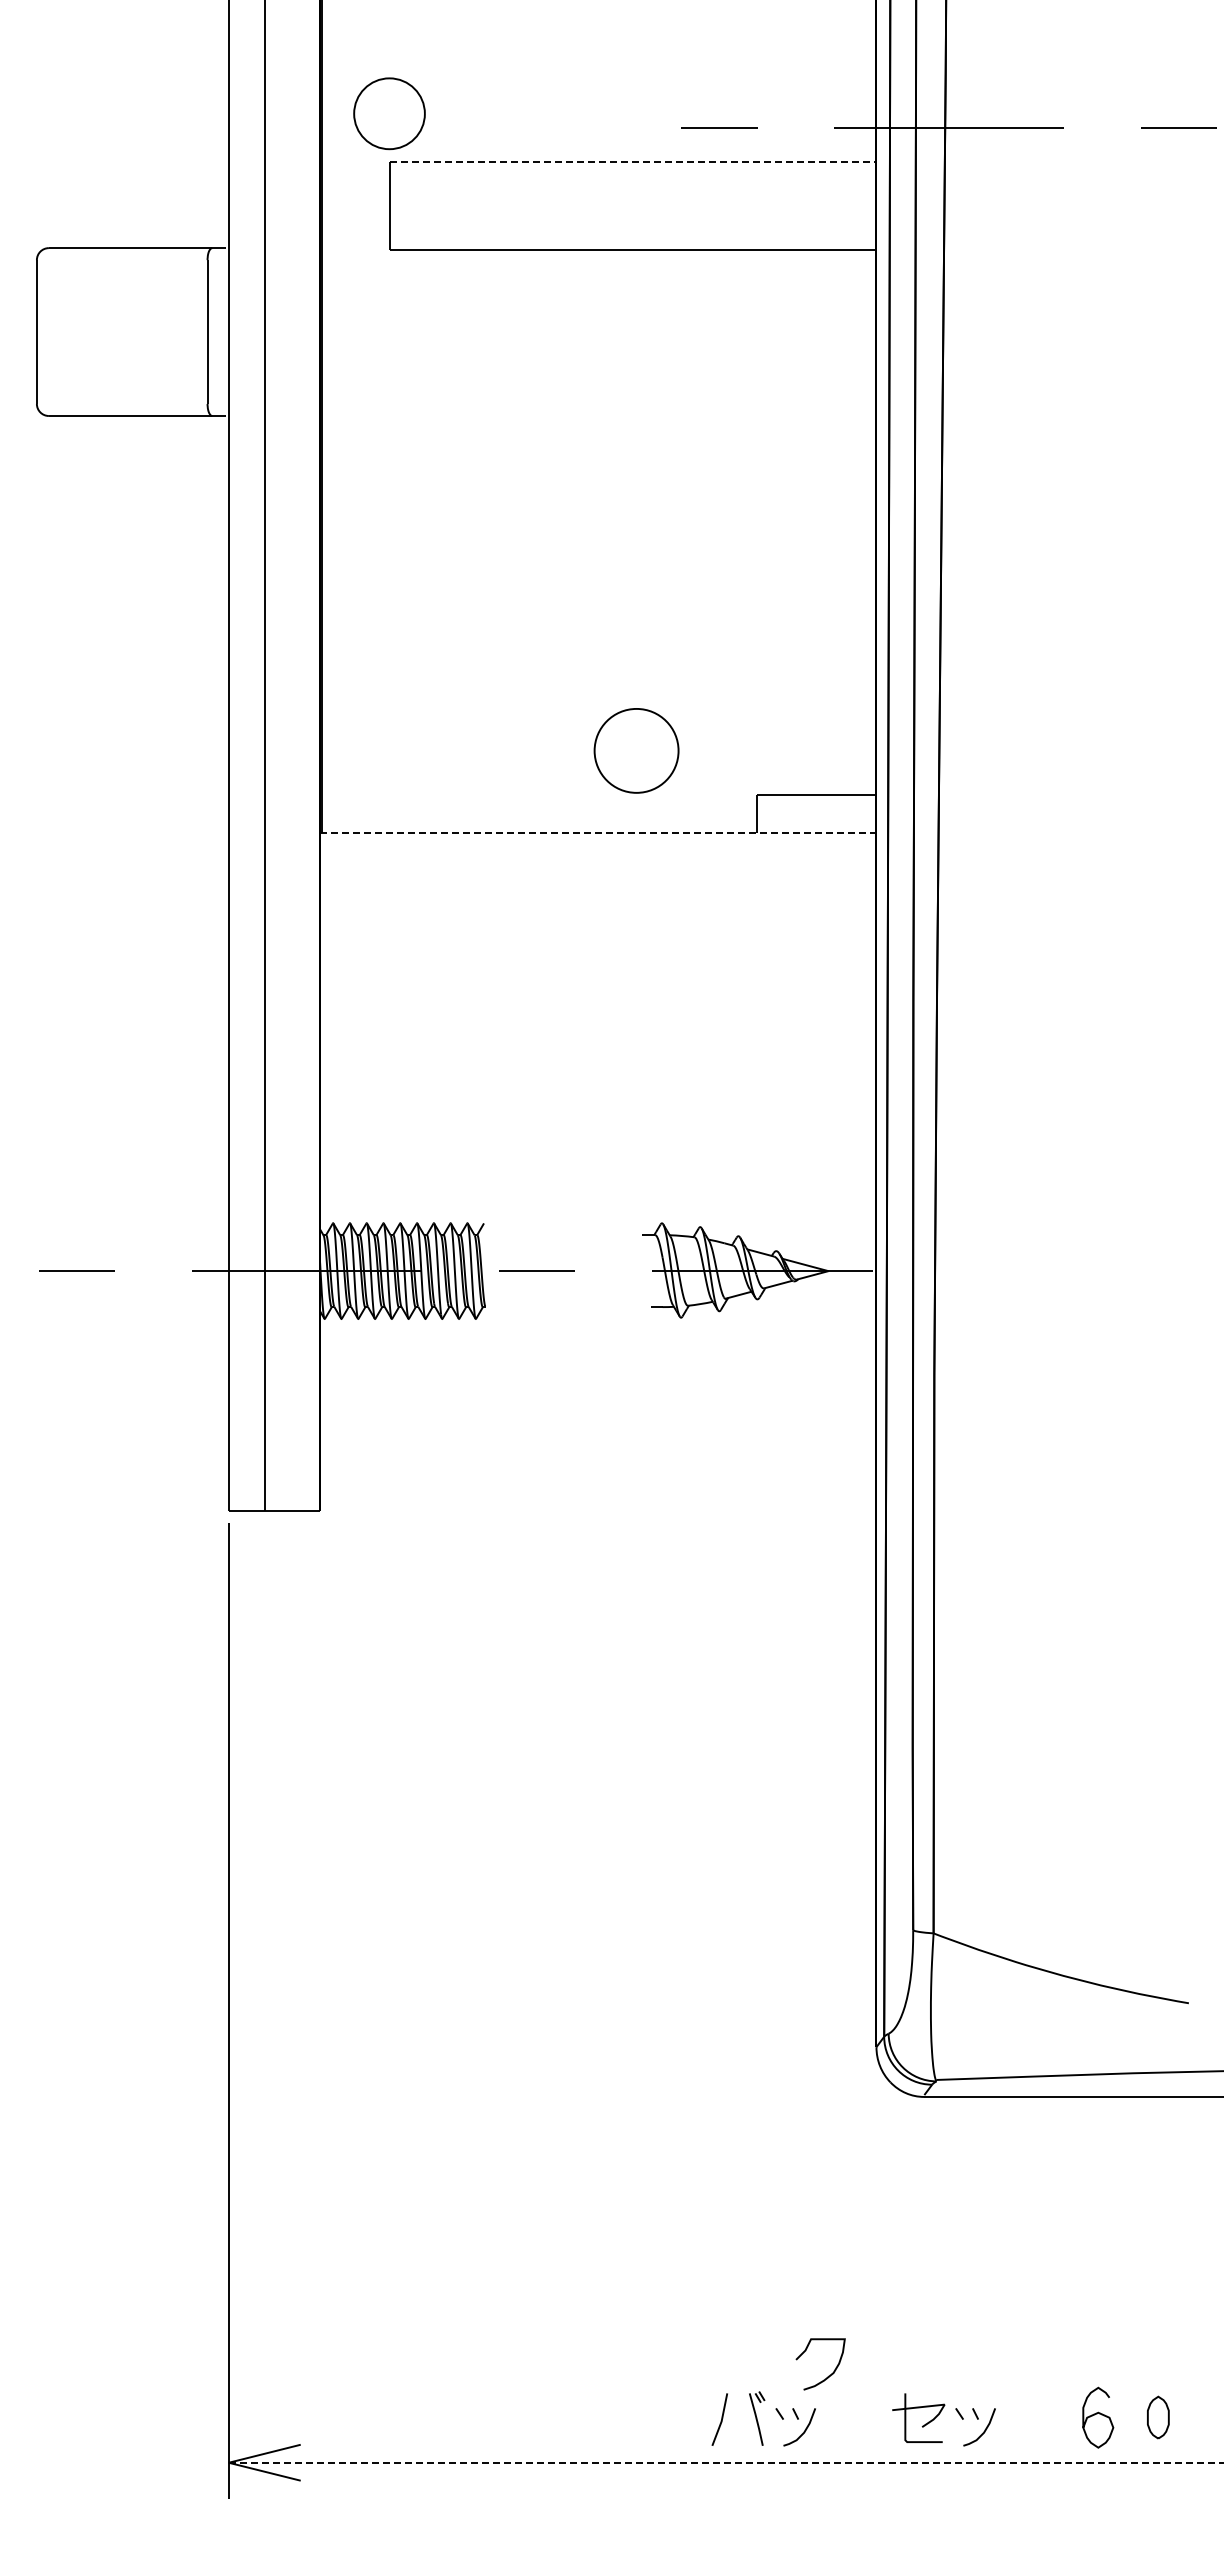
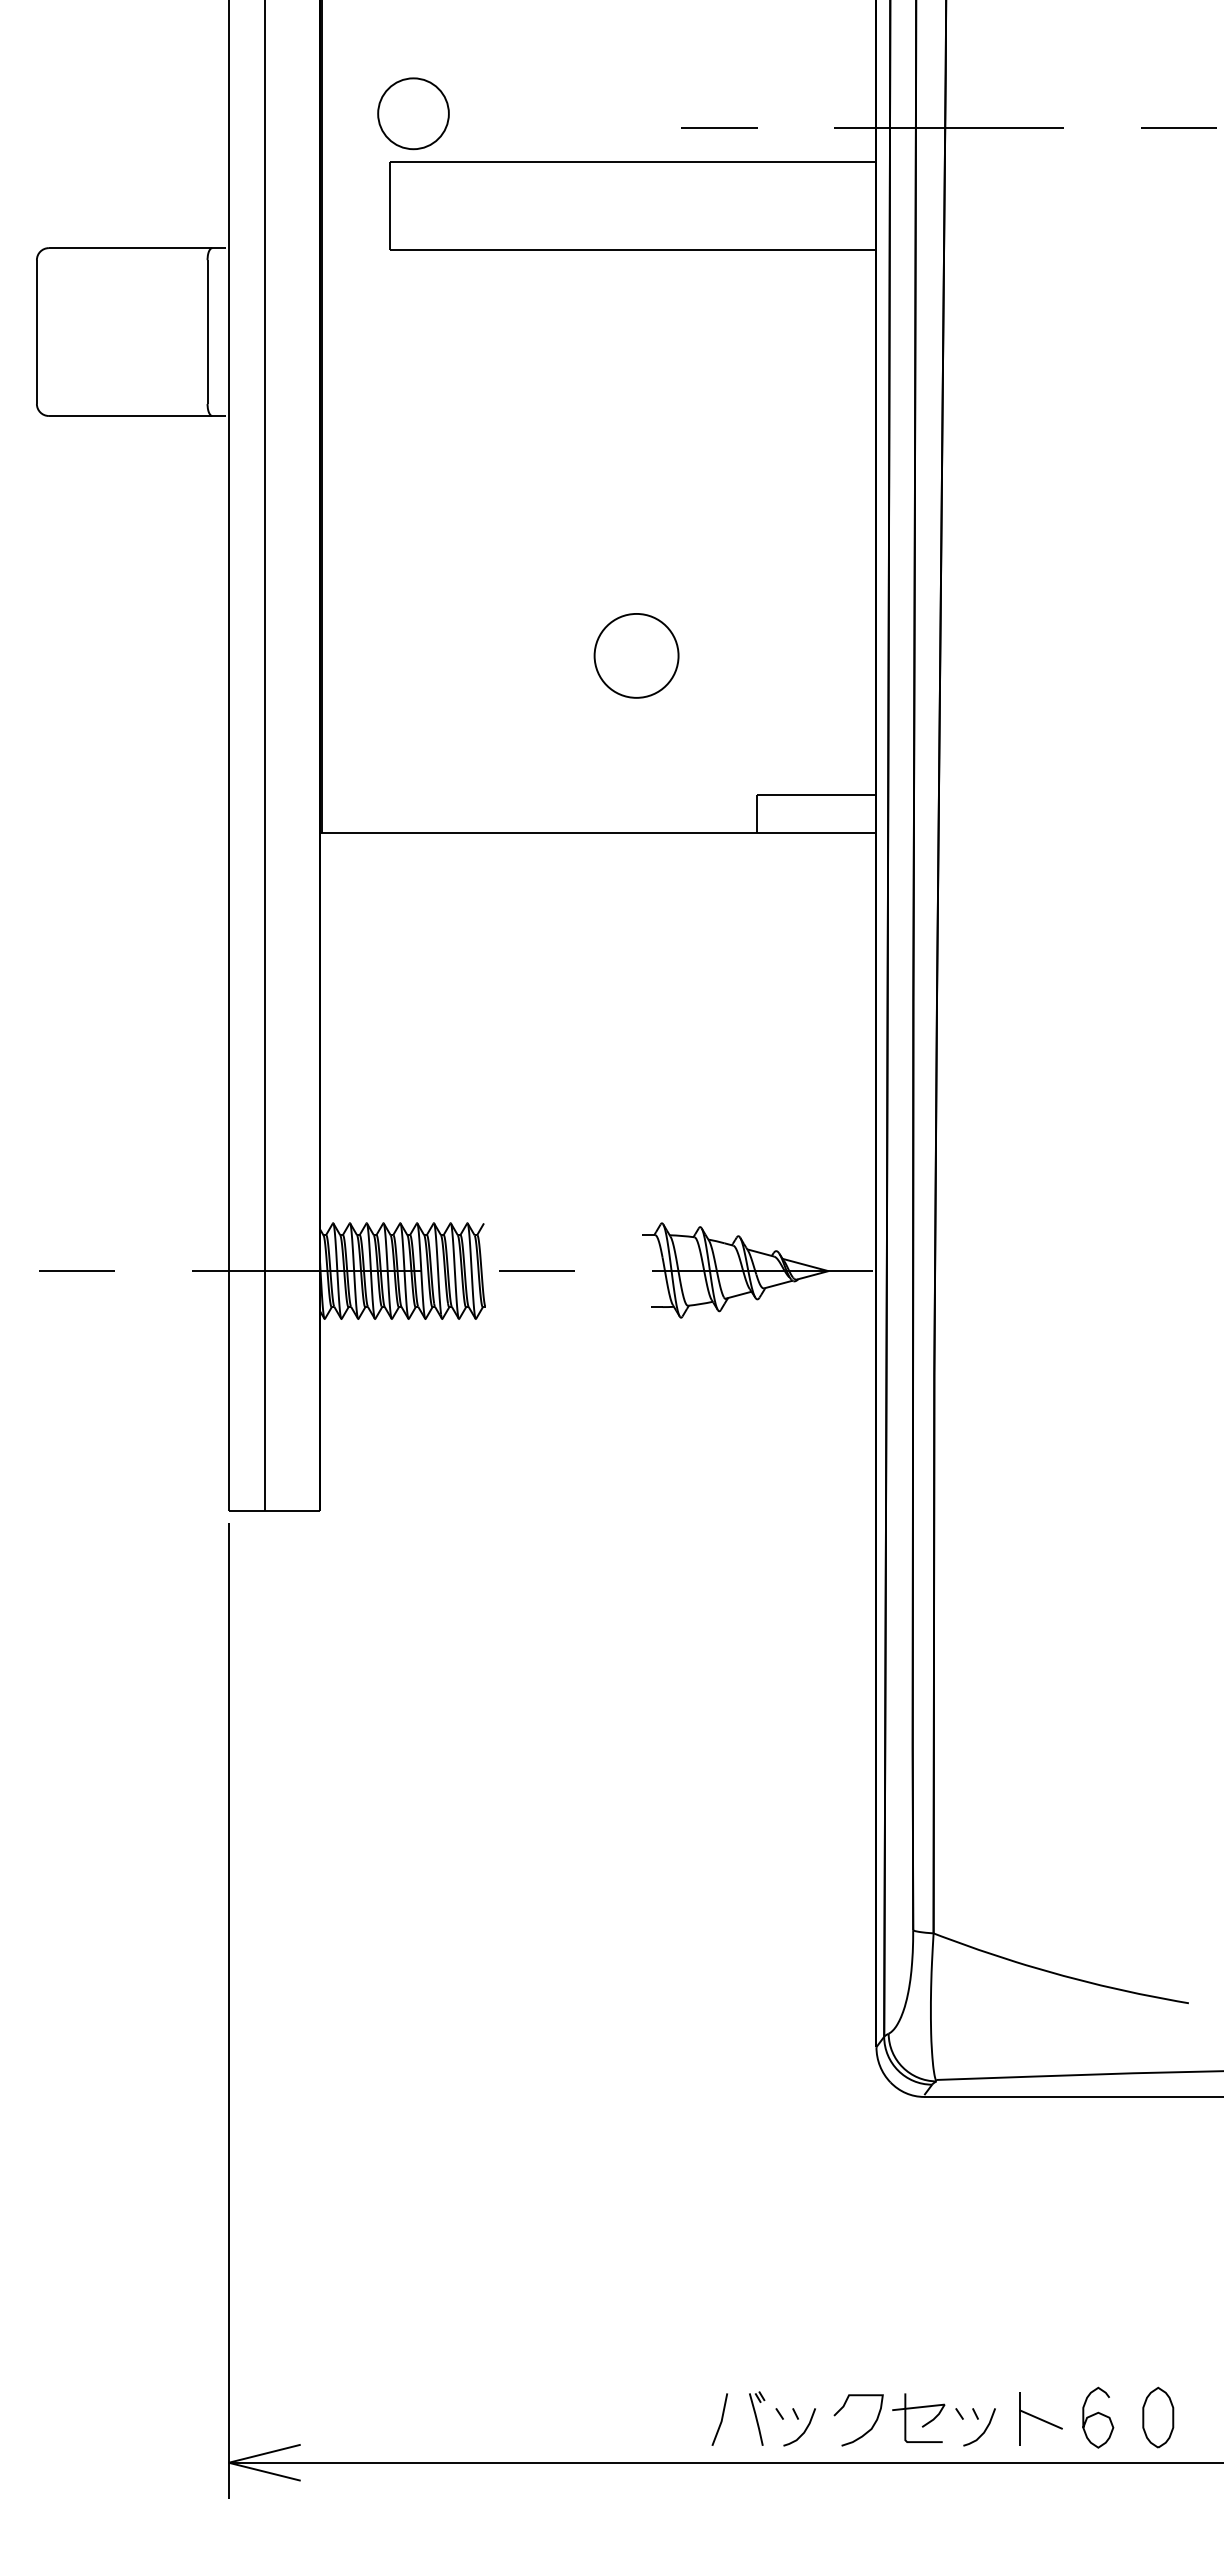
part at (389, 113) position: (389, 113) -> (413, 113)
line at (633, 161): dashed -> solid
part at (636, 750) position: (636, 750) -> (636, 655)
line at (598, 833): dashed -> solid
curve at (828, 2375) position: (828, 2375) -> (866, 2431)
part at (1158, 2417) size: 23x45 px -> 33x63 px
part at (1040, 2418): none -> present
line at (726, 2462): dashed -> solid
